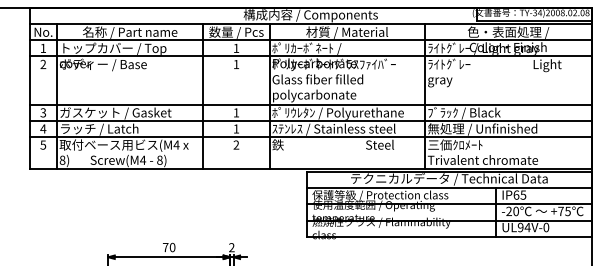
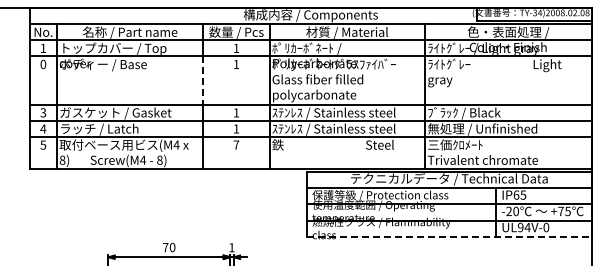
text at (43, 64): 2 -> 0
line at (203, 81): solid -> dashed
text at (337, 112): ﾎﾟﾘｳﾚﾀﾝ / Polyurethane -> ｽﾃﾝﾚｽ / Stainless steel
text at (236, 144): 2 -> 7
line at (449, 236): solid -> dashed
text at (231, 247): 2 -> 1
